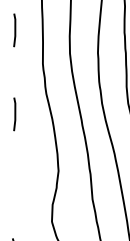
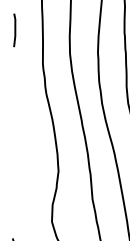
line at (14, 114): present -> none
